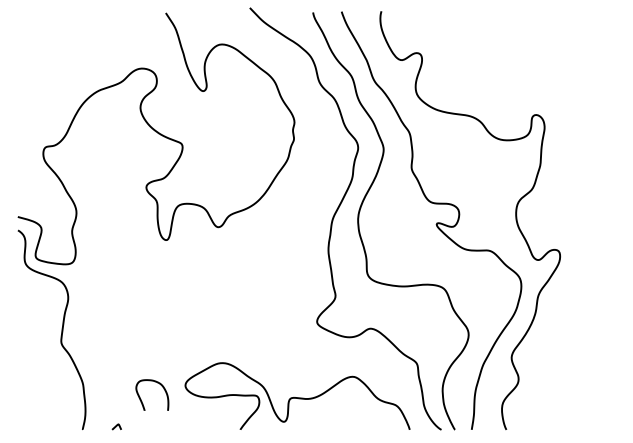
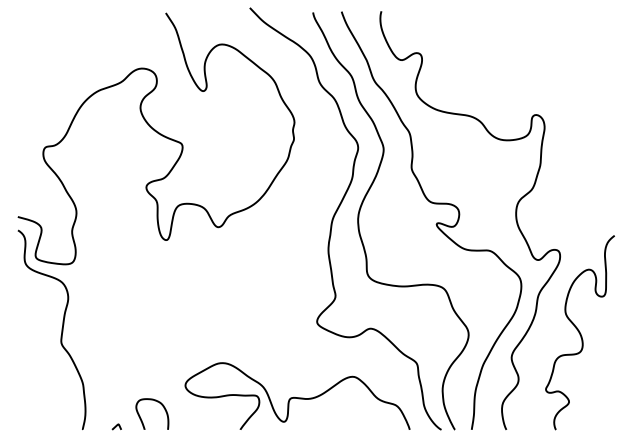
curve at (579, 332): none -> present
curve at (160, 385) position: (160, 385) -> (160, 404)
